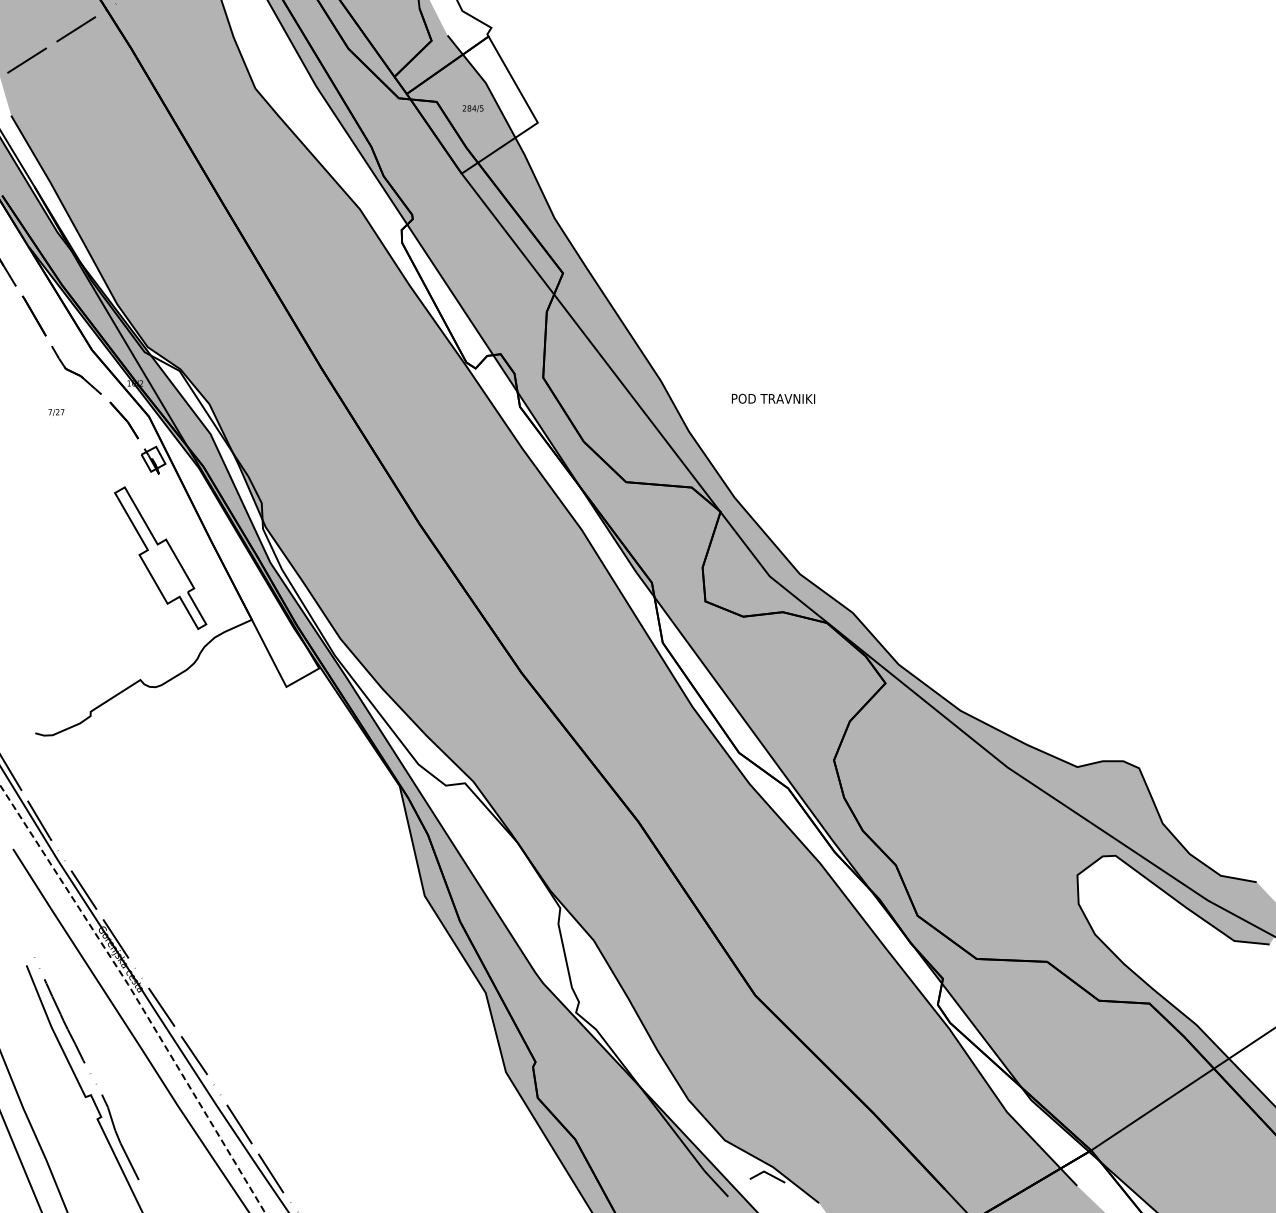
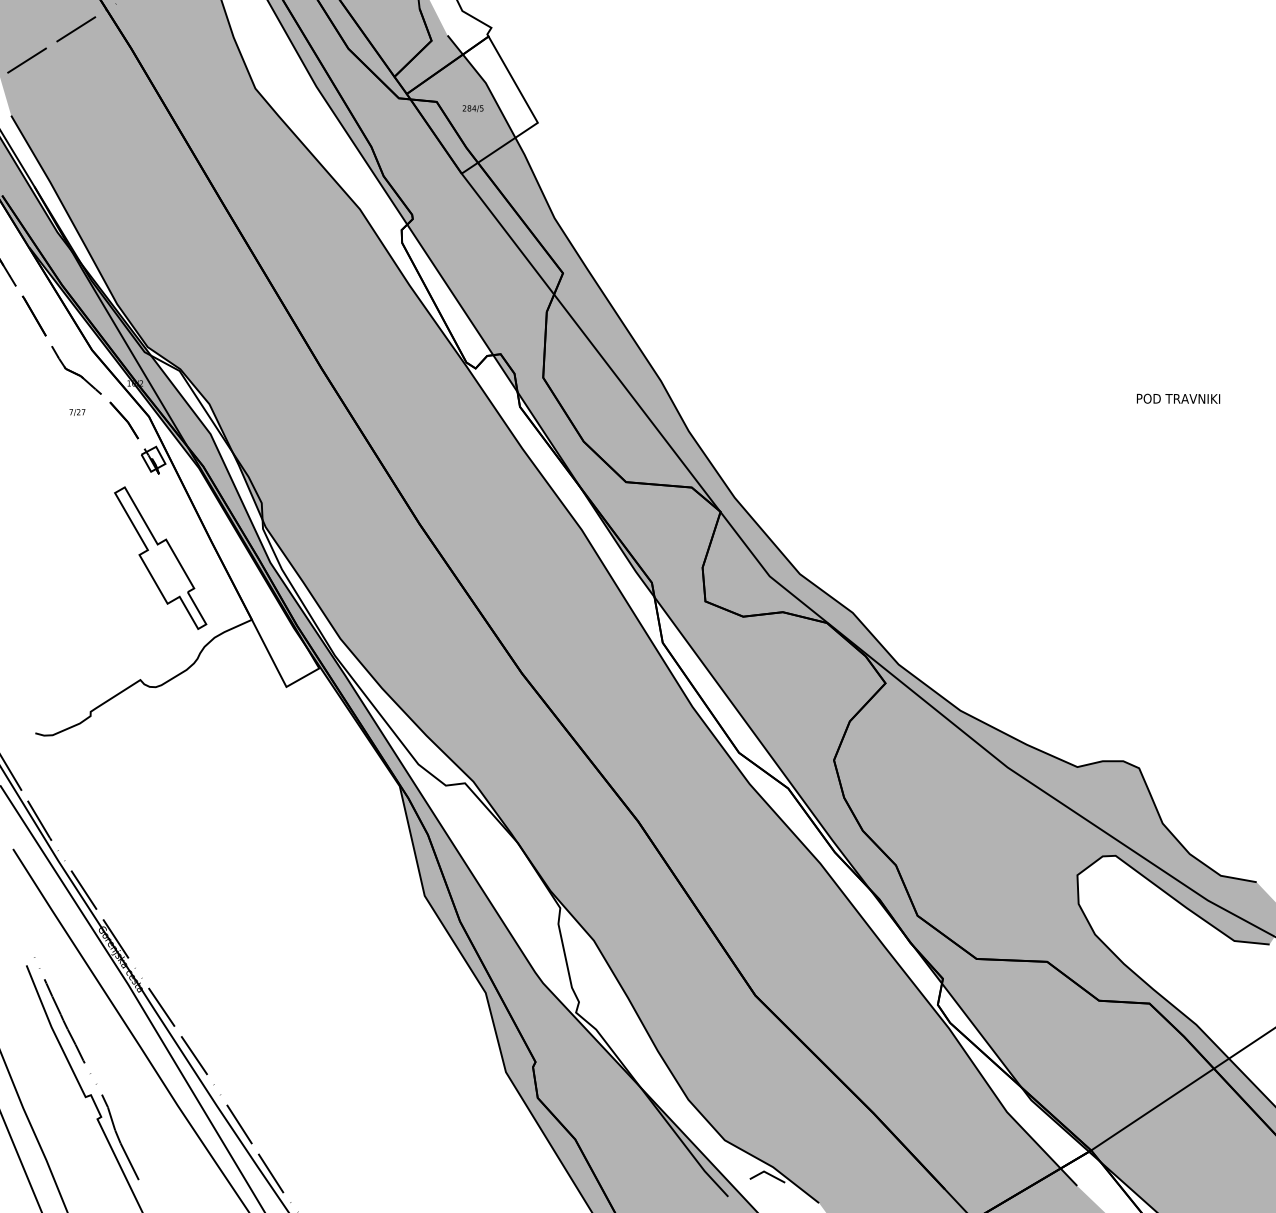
text at (773, 398) position: (773, 398) -> (1178, 398)
text at (56, 412) position: (56, 412) -> (77, 412)
line at (136, 997): dashed -> solid
